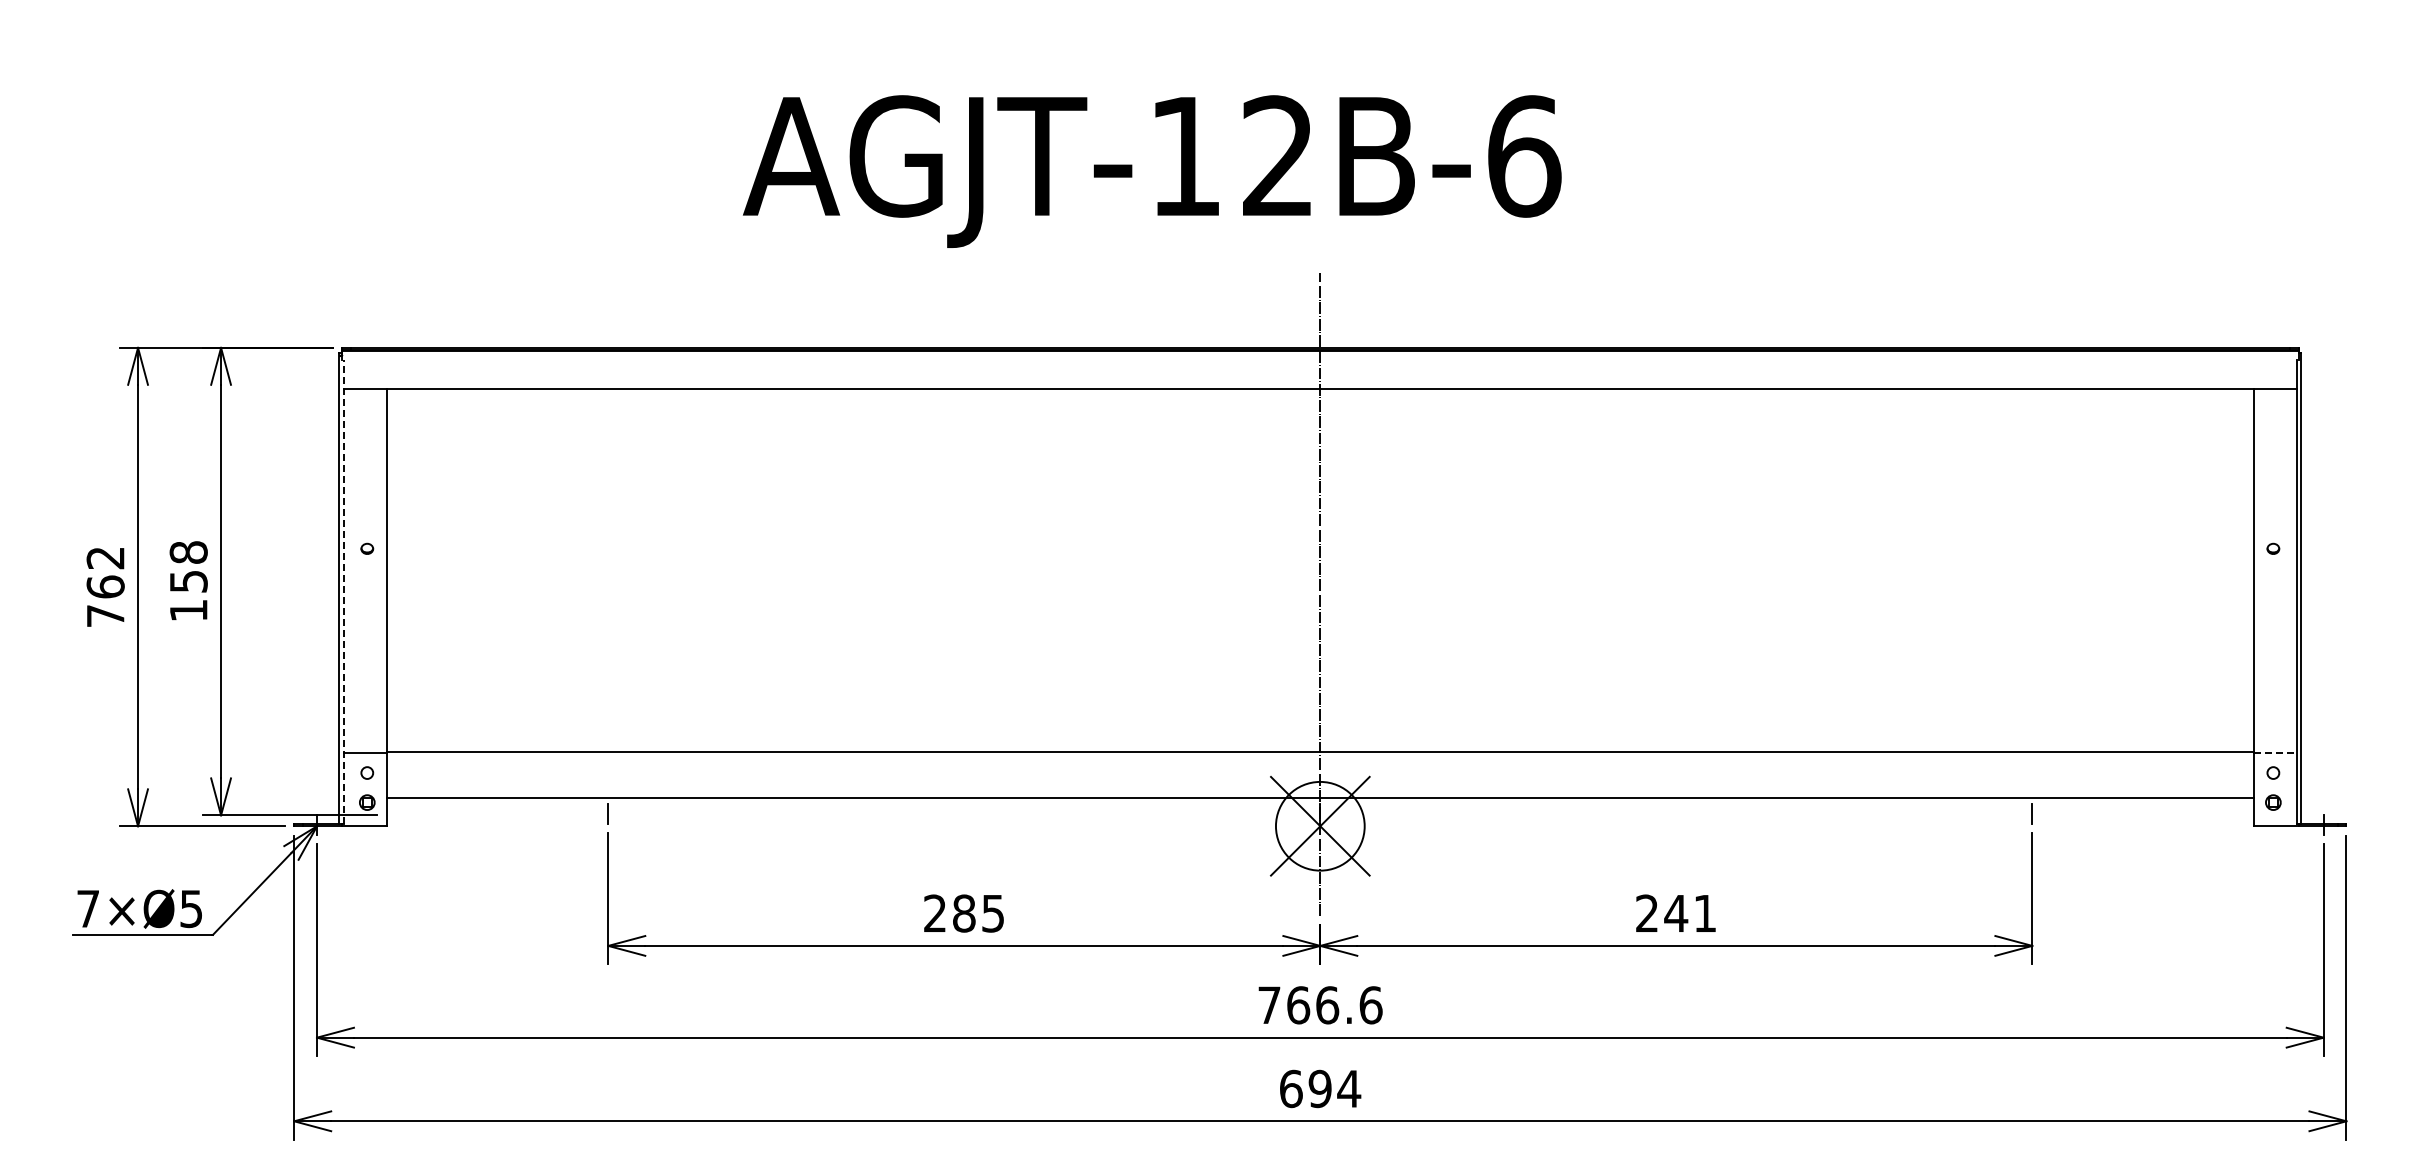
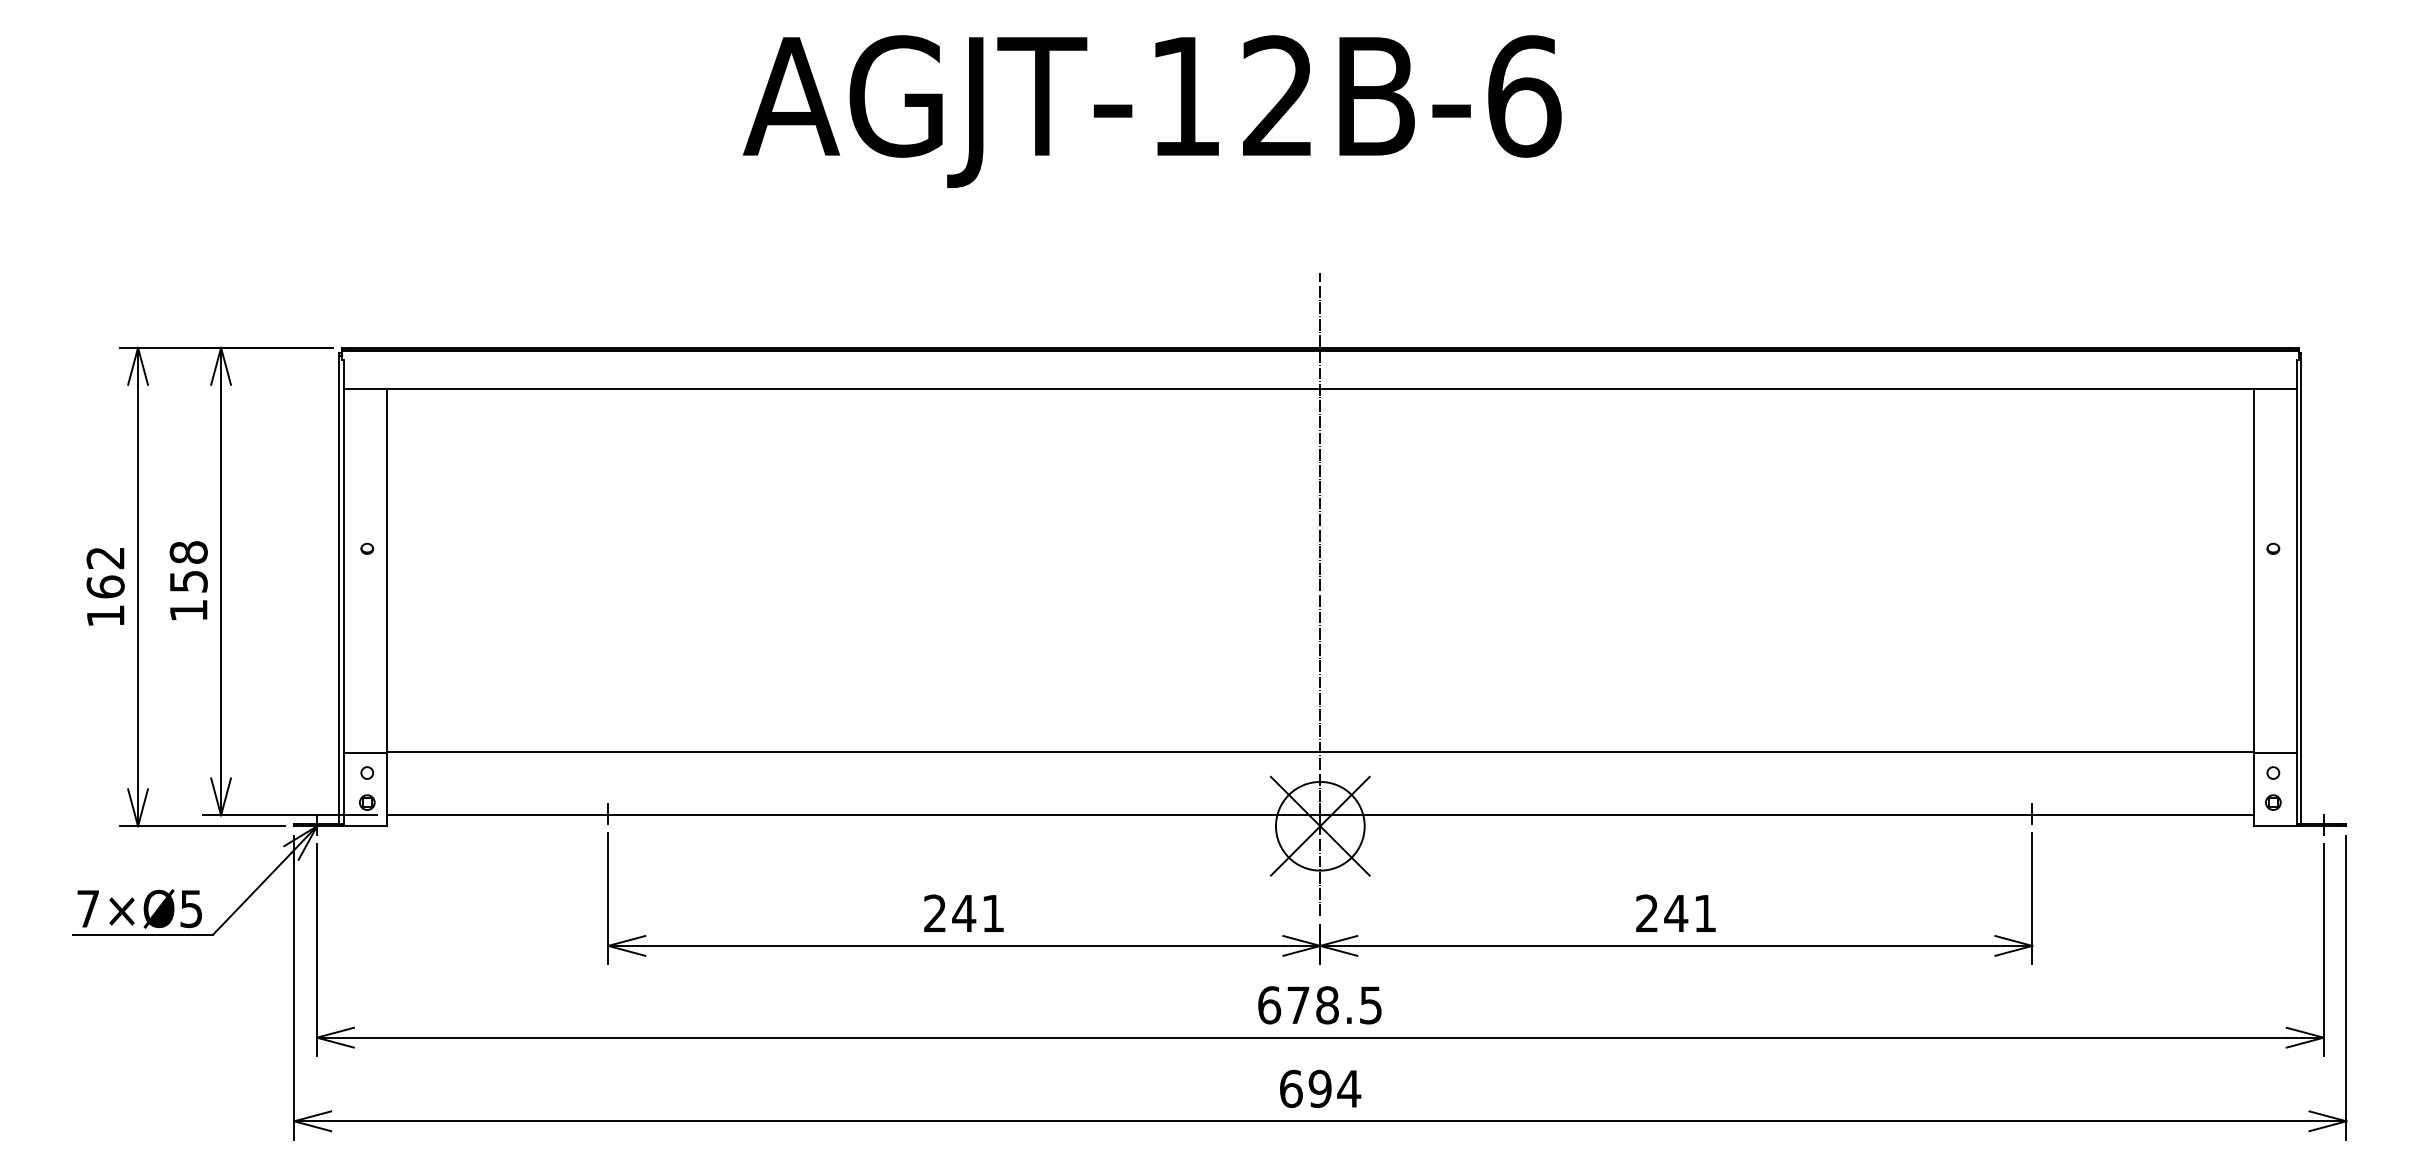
text at (1152, 171) position: (1152, 171) -> (1152, 111)
line at (343, 591): dashed -> solid
text at (105, 615): 762 -> 162
line at (2275, 752): dashed -> solid
line at (1320, 798) position: (1320, 798) -> (1320, 815)
text at (977, 913): 285 -> 241
text at (1320, 1005): 766.6 -> 678.5
